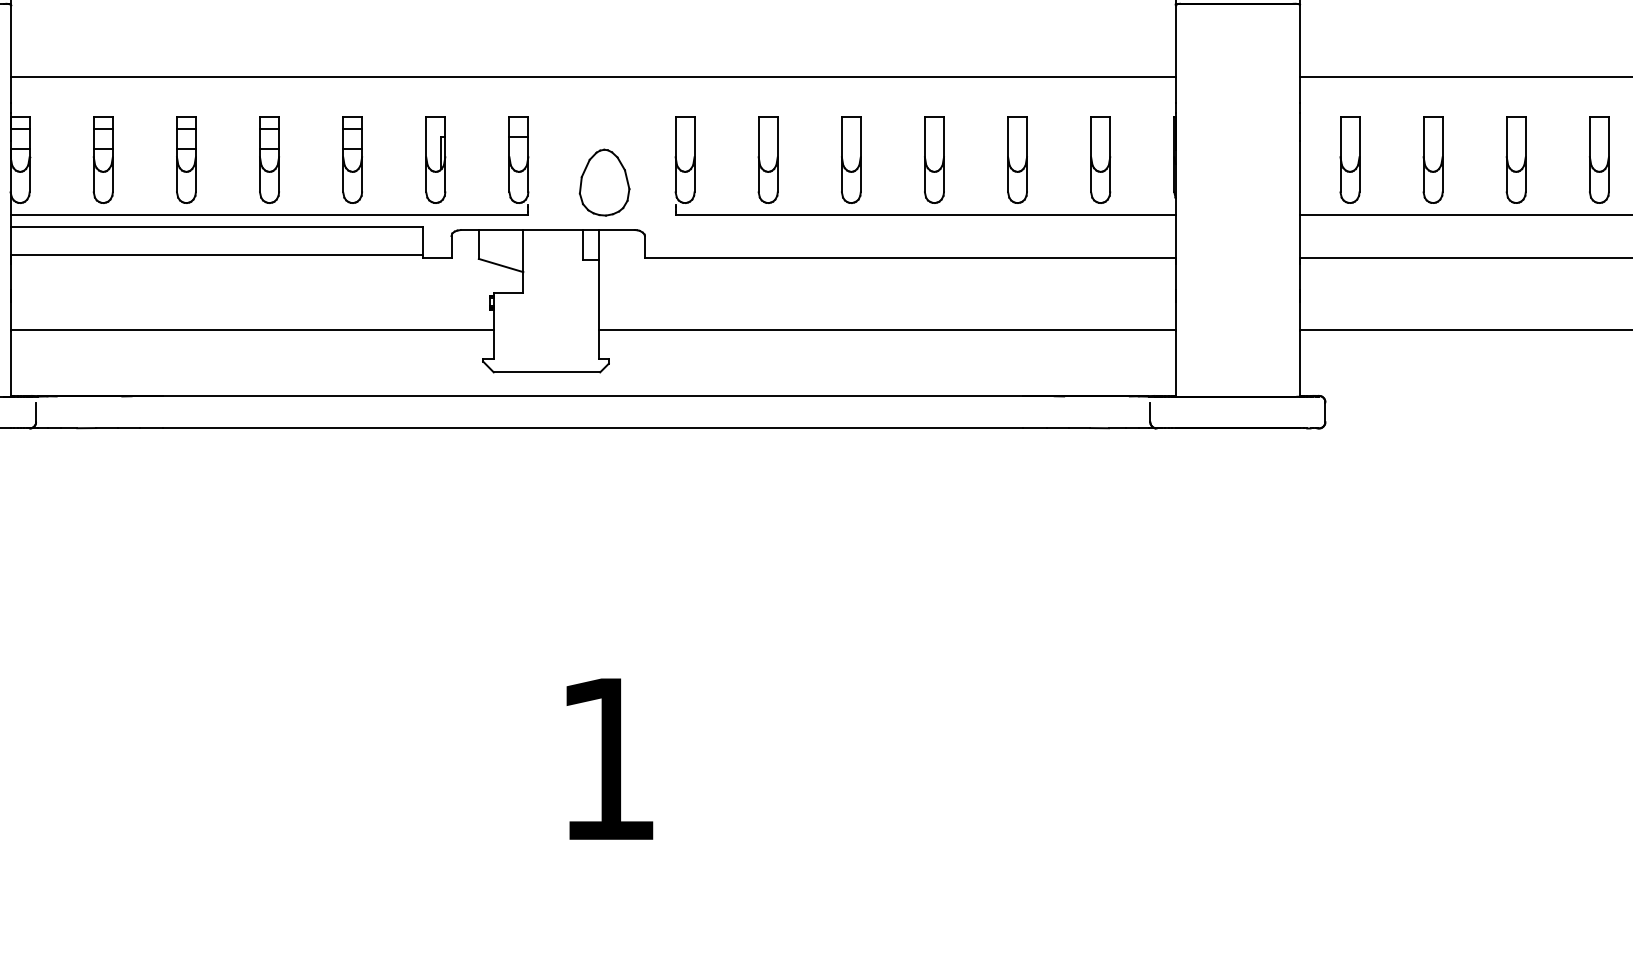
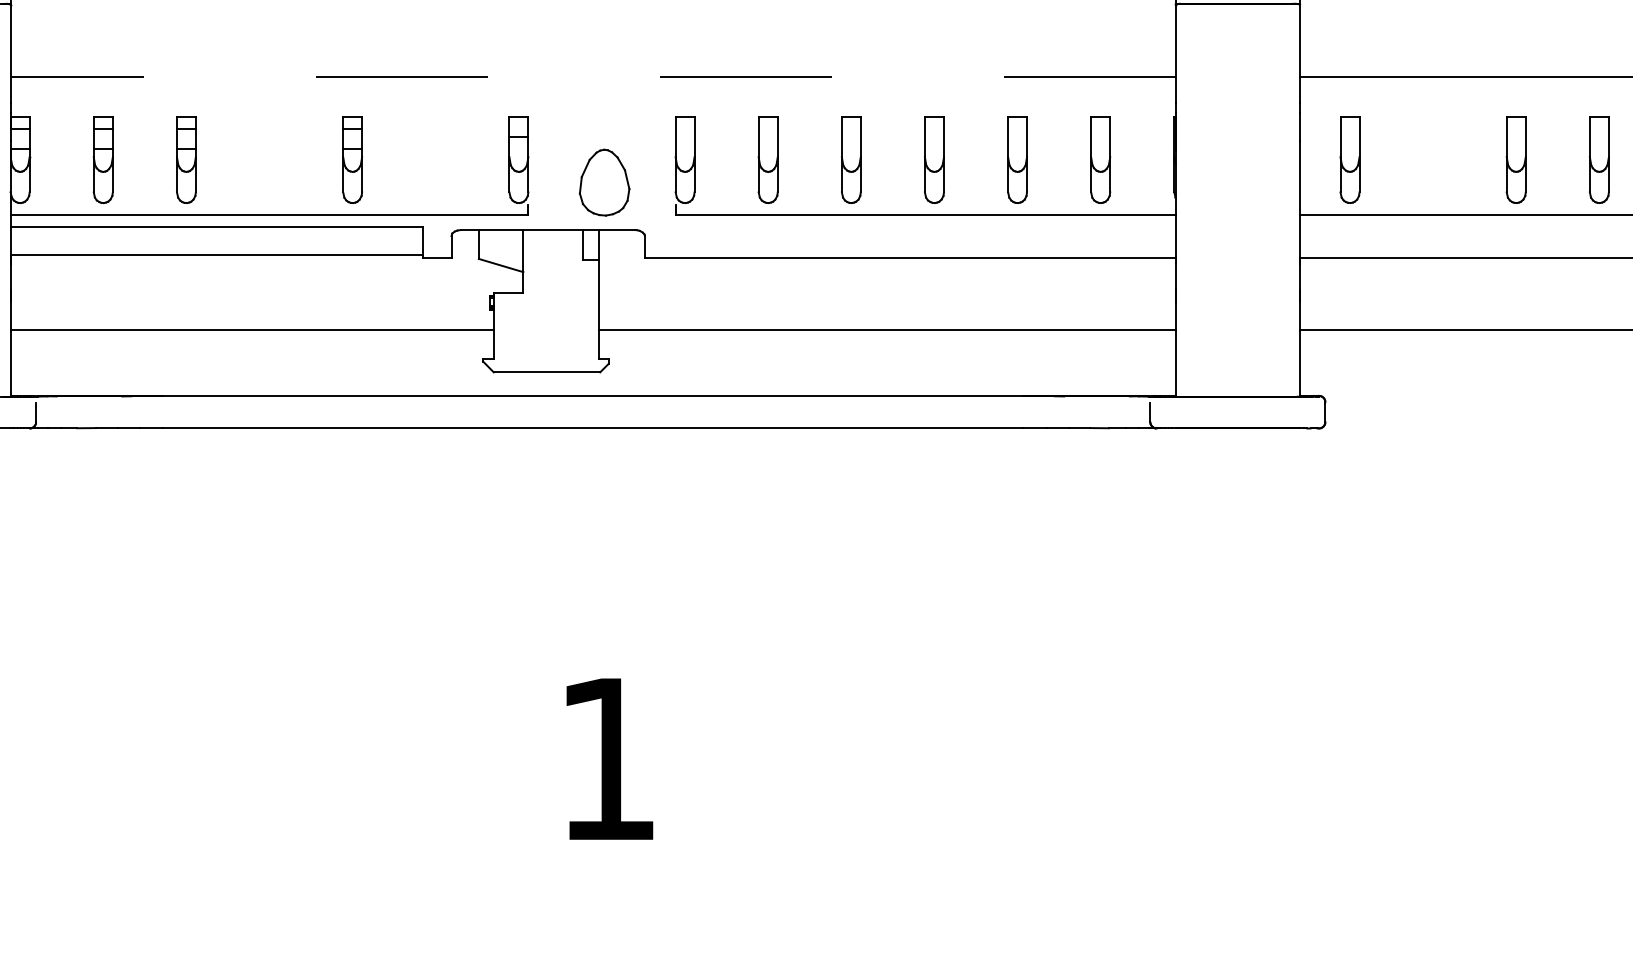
line at (592, 76): solid -> dashed
part at (269, 159): present -> none
part at (435, 159): present -> none
part at (1432, 159): present -> none
